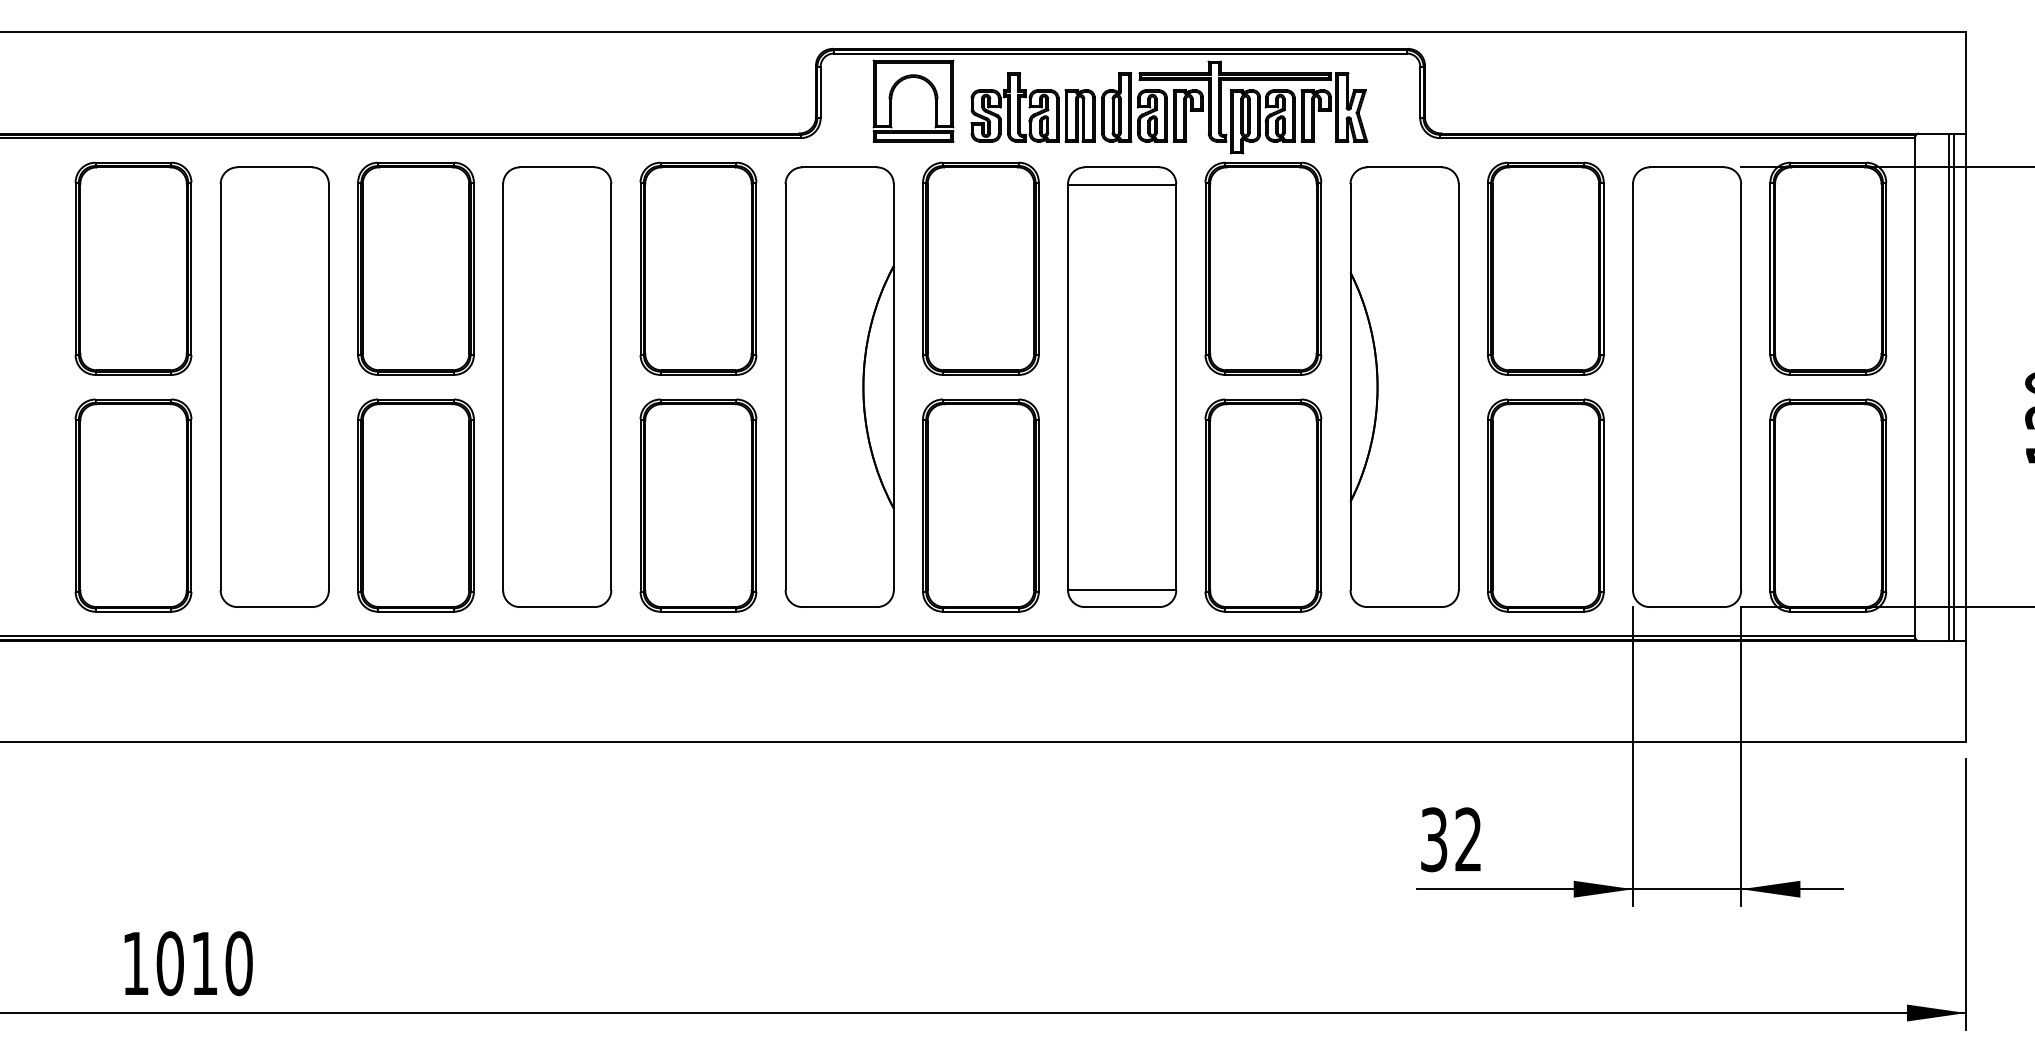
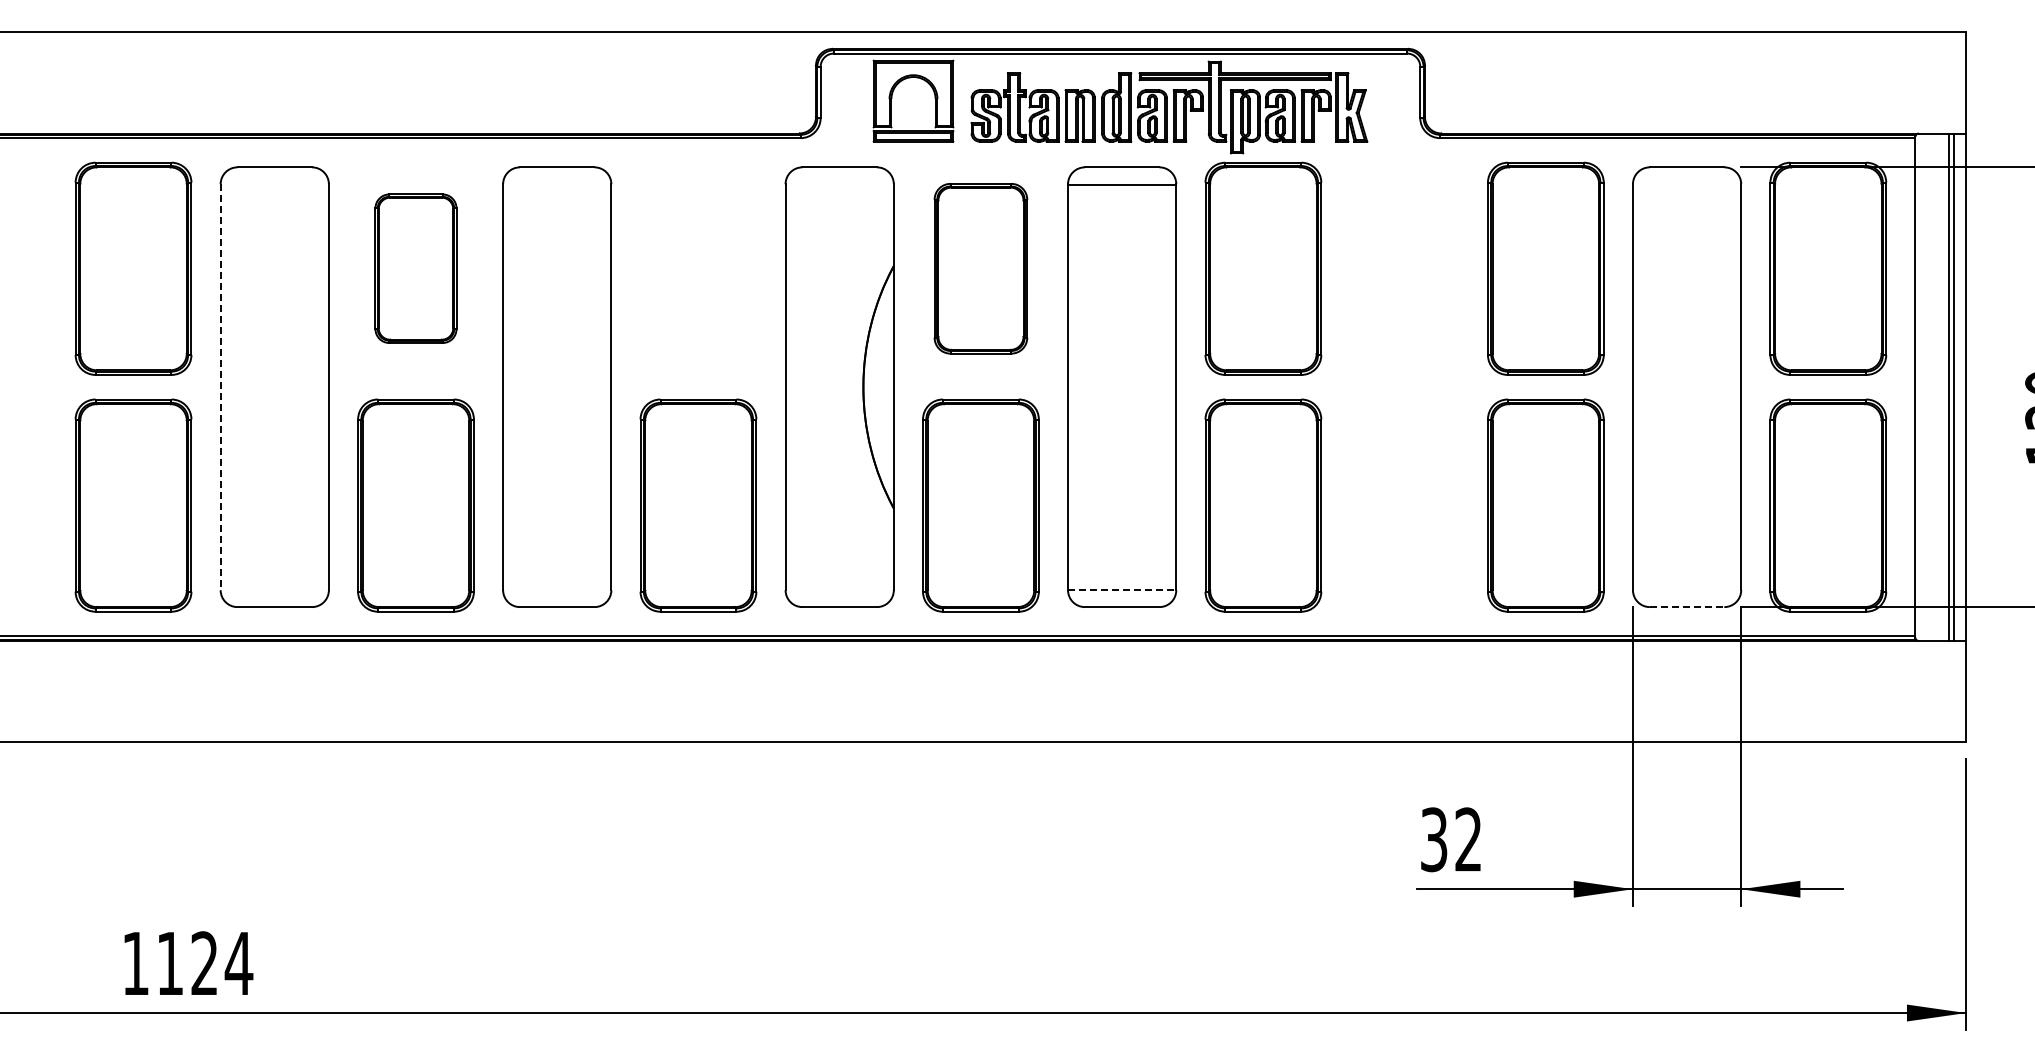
part at (415, 268) size: 118x215 px -> 84x151 px
part at (698, 268): present -> none
part at (980, 268) size: 118x215 px -> 96x172 px
part at (1404, 386): present -> none
line at (220, 387): solid -> dashed
line at (1122, 589): solid -> dashed
line at (1687, 607): solid -> dashed
text at (204, 963): 1010 -> 1124
